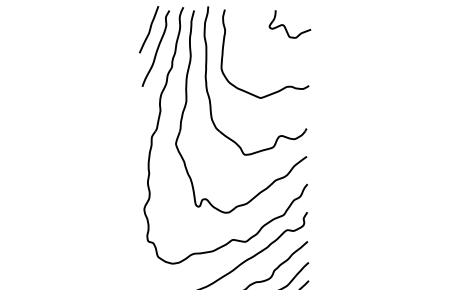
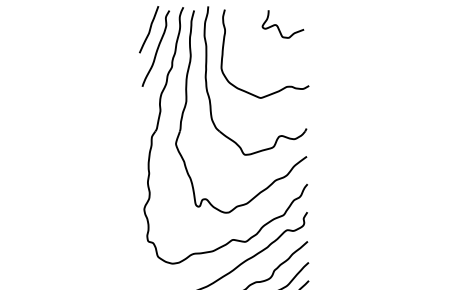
curve at (285, 26) position: (285, 26) -> (278, 26)
